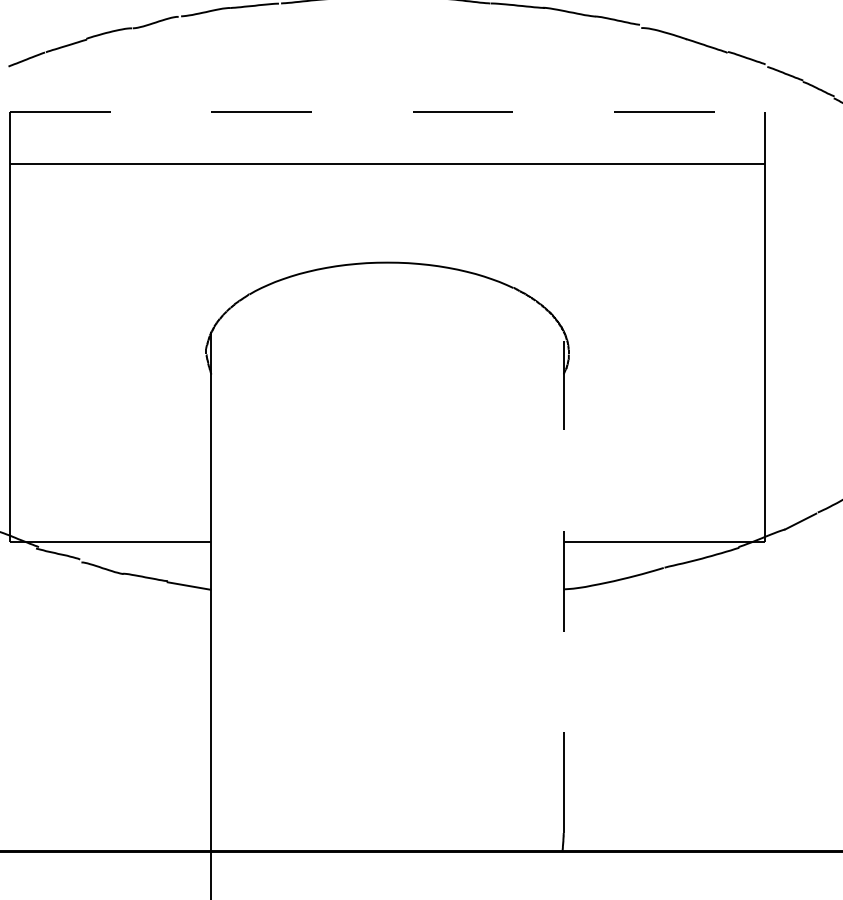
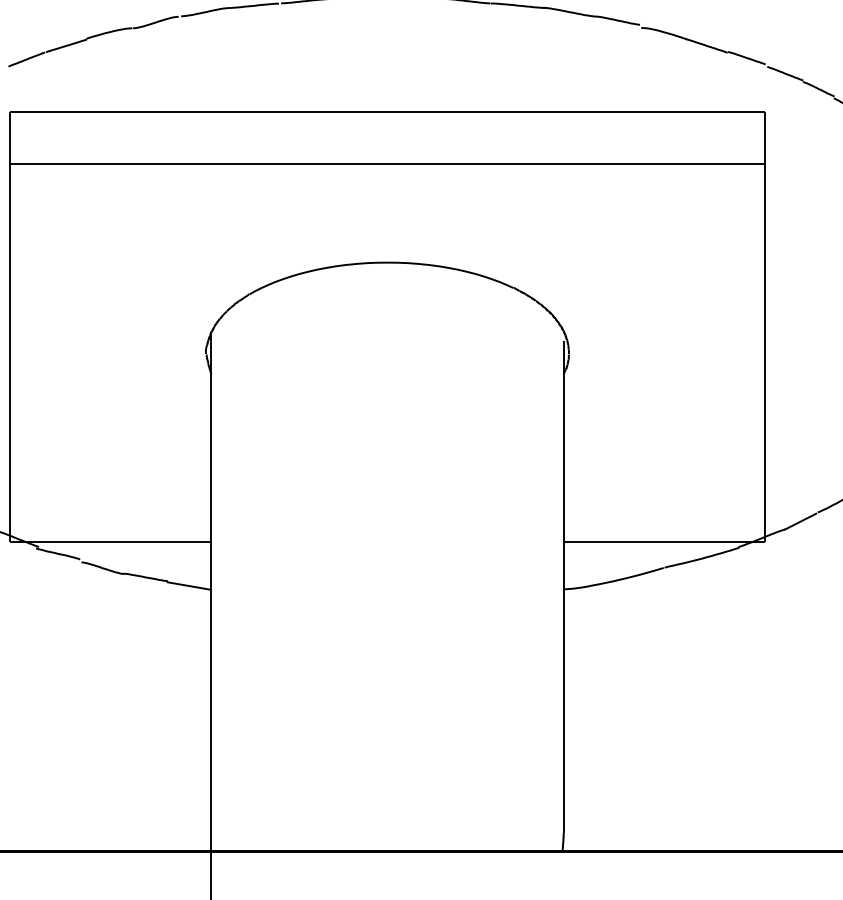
line at (387, 112): dashed -> solid
line at (563, 587): dashed -> solid
